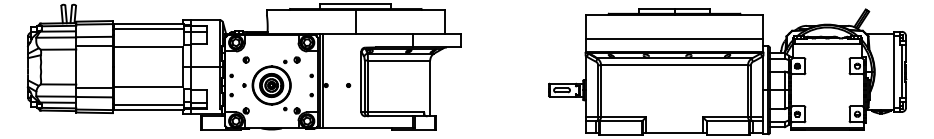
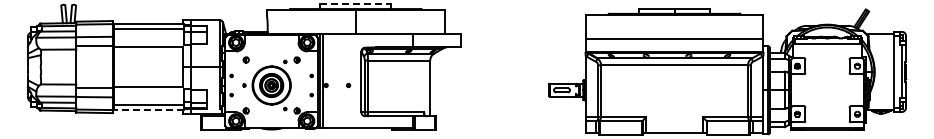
line at (355, 4): solid -> dashed
line at (148, 109): solid -> dashed
